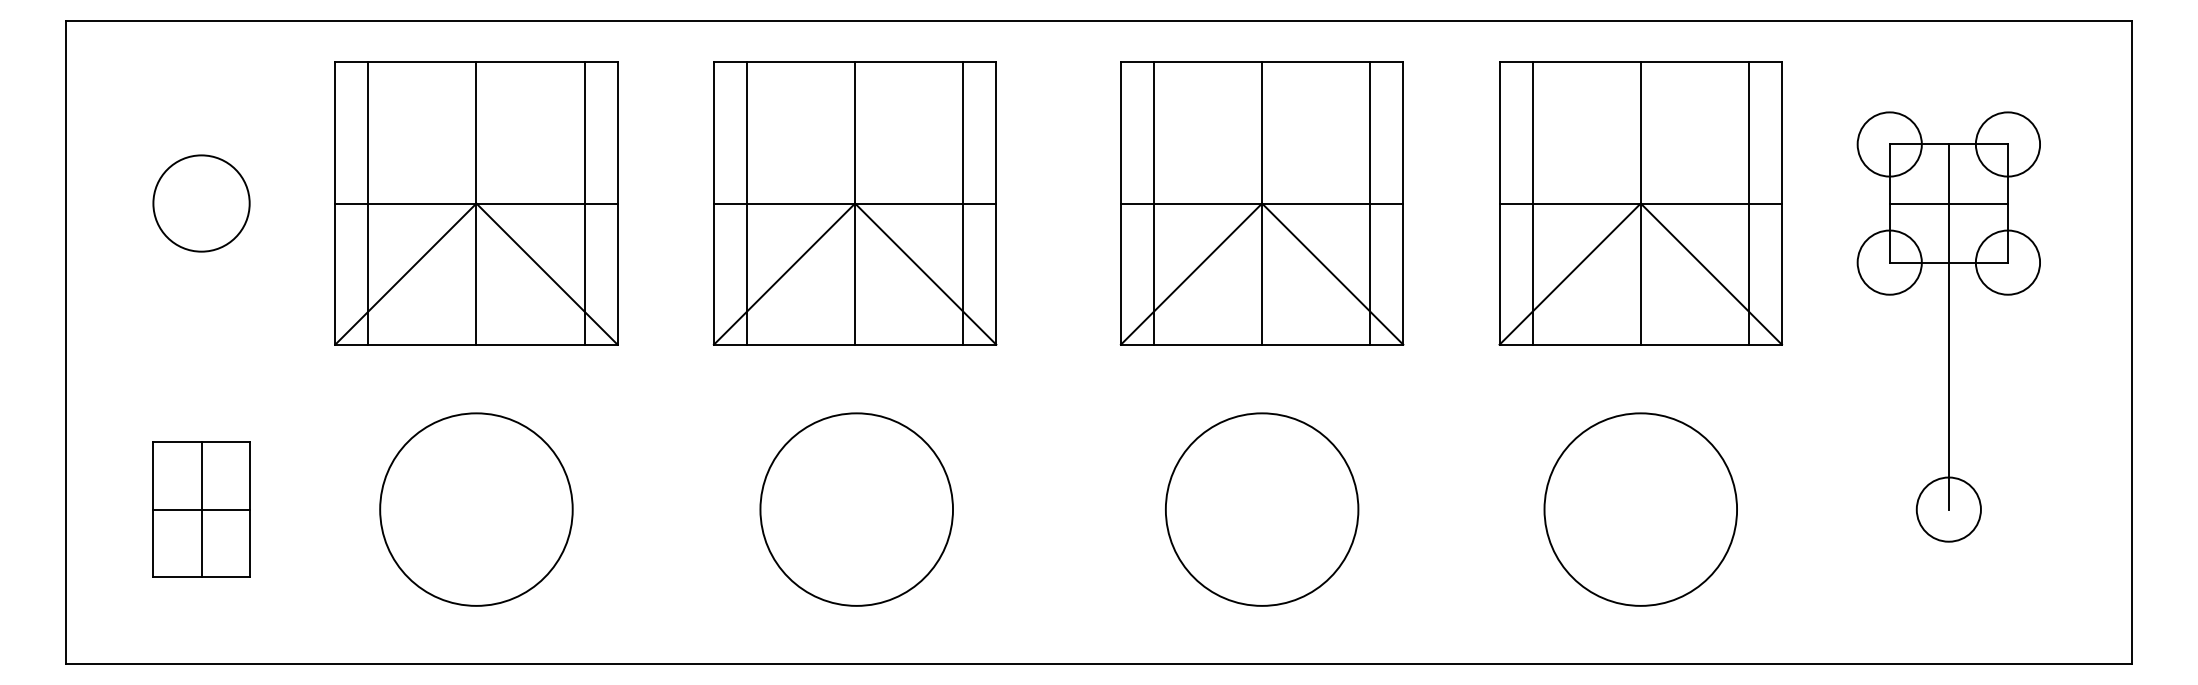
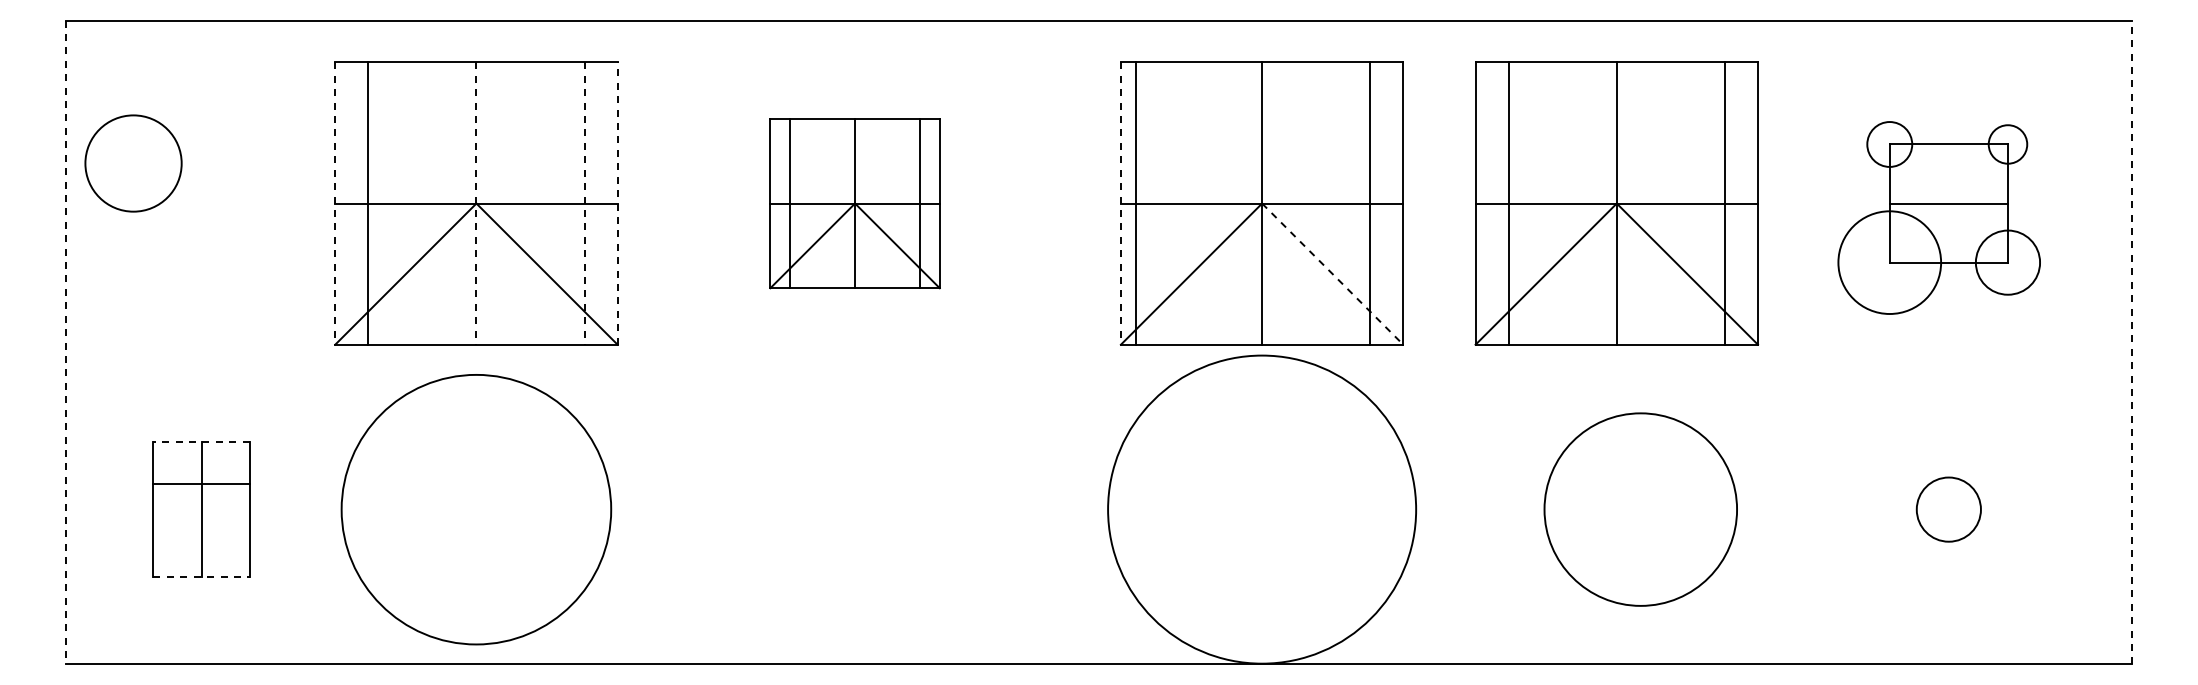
circle at (1889, 144) diameter: 64 px -> 45 px
circle at (2007, 144) diameter: 64 px -> 39 px
circle at (201, 203) position: (201, 203) -> (133, 163)
line at (617, 203): solid -> dashed
part at (854, 203) size: 286x285 px -> 172x172 px
line at (1153, 203) position: (1153, 203) -> (1135, 203)
part at (1640, 203) position: (1640, 203) -> (1616, 203)
line at (335, 204): solid -> dashed
line at (476, 204): solid -> dashed
line at (584, 204): solid -> dashed
line at (1120, 204): solid -> dashed
circle at (1889, 262) diameter: 64 px -> 103 px
line at (1332, 274): solid -> dashed
line at (1948, 326): present -> none
line at (65, 342): solid -> dashed
line at (2132, 342): solid -> dashed
line at (201, 442): solid -> dashed
line at (201, 509) position: (201, 509) -> (201, 483)
circle at (476, 509) size: 195x195 px -> 273x272 px
circle at (856, 509): present -> none
circle at (1261, 509) diameter: 193 px -> 308 px
line at (202, 577): solid -> dashed
